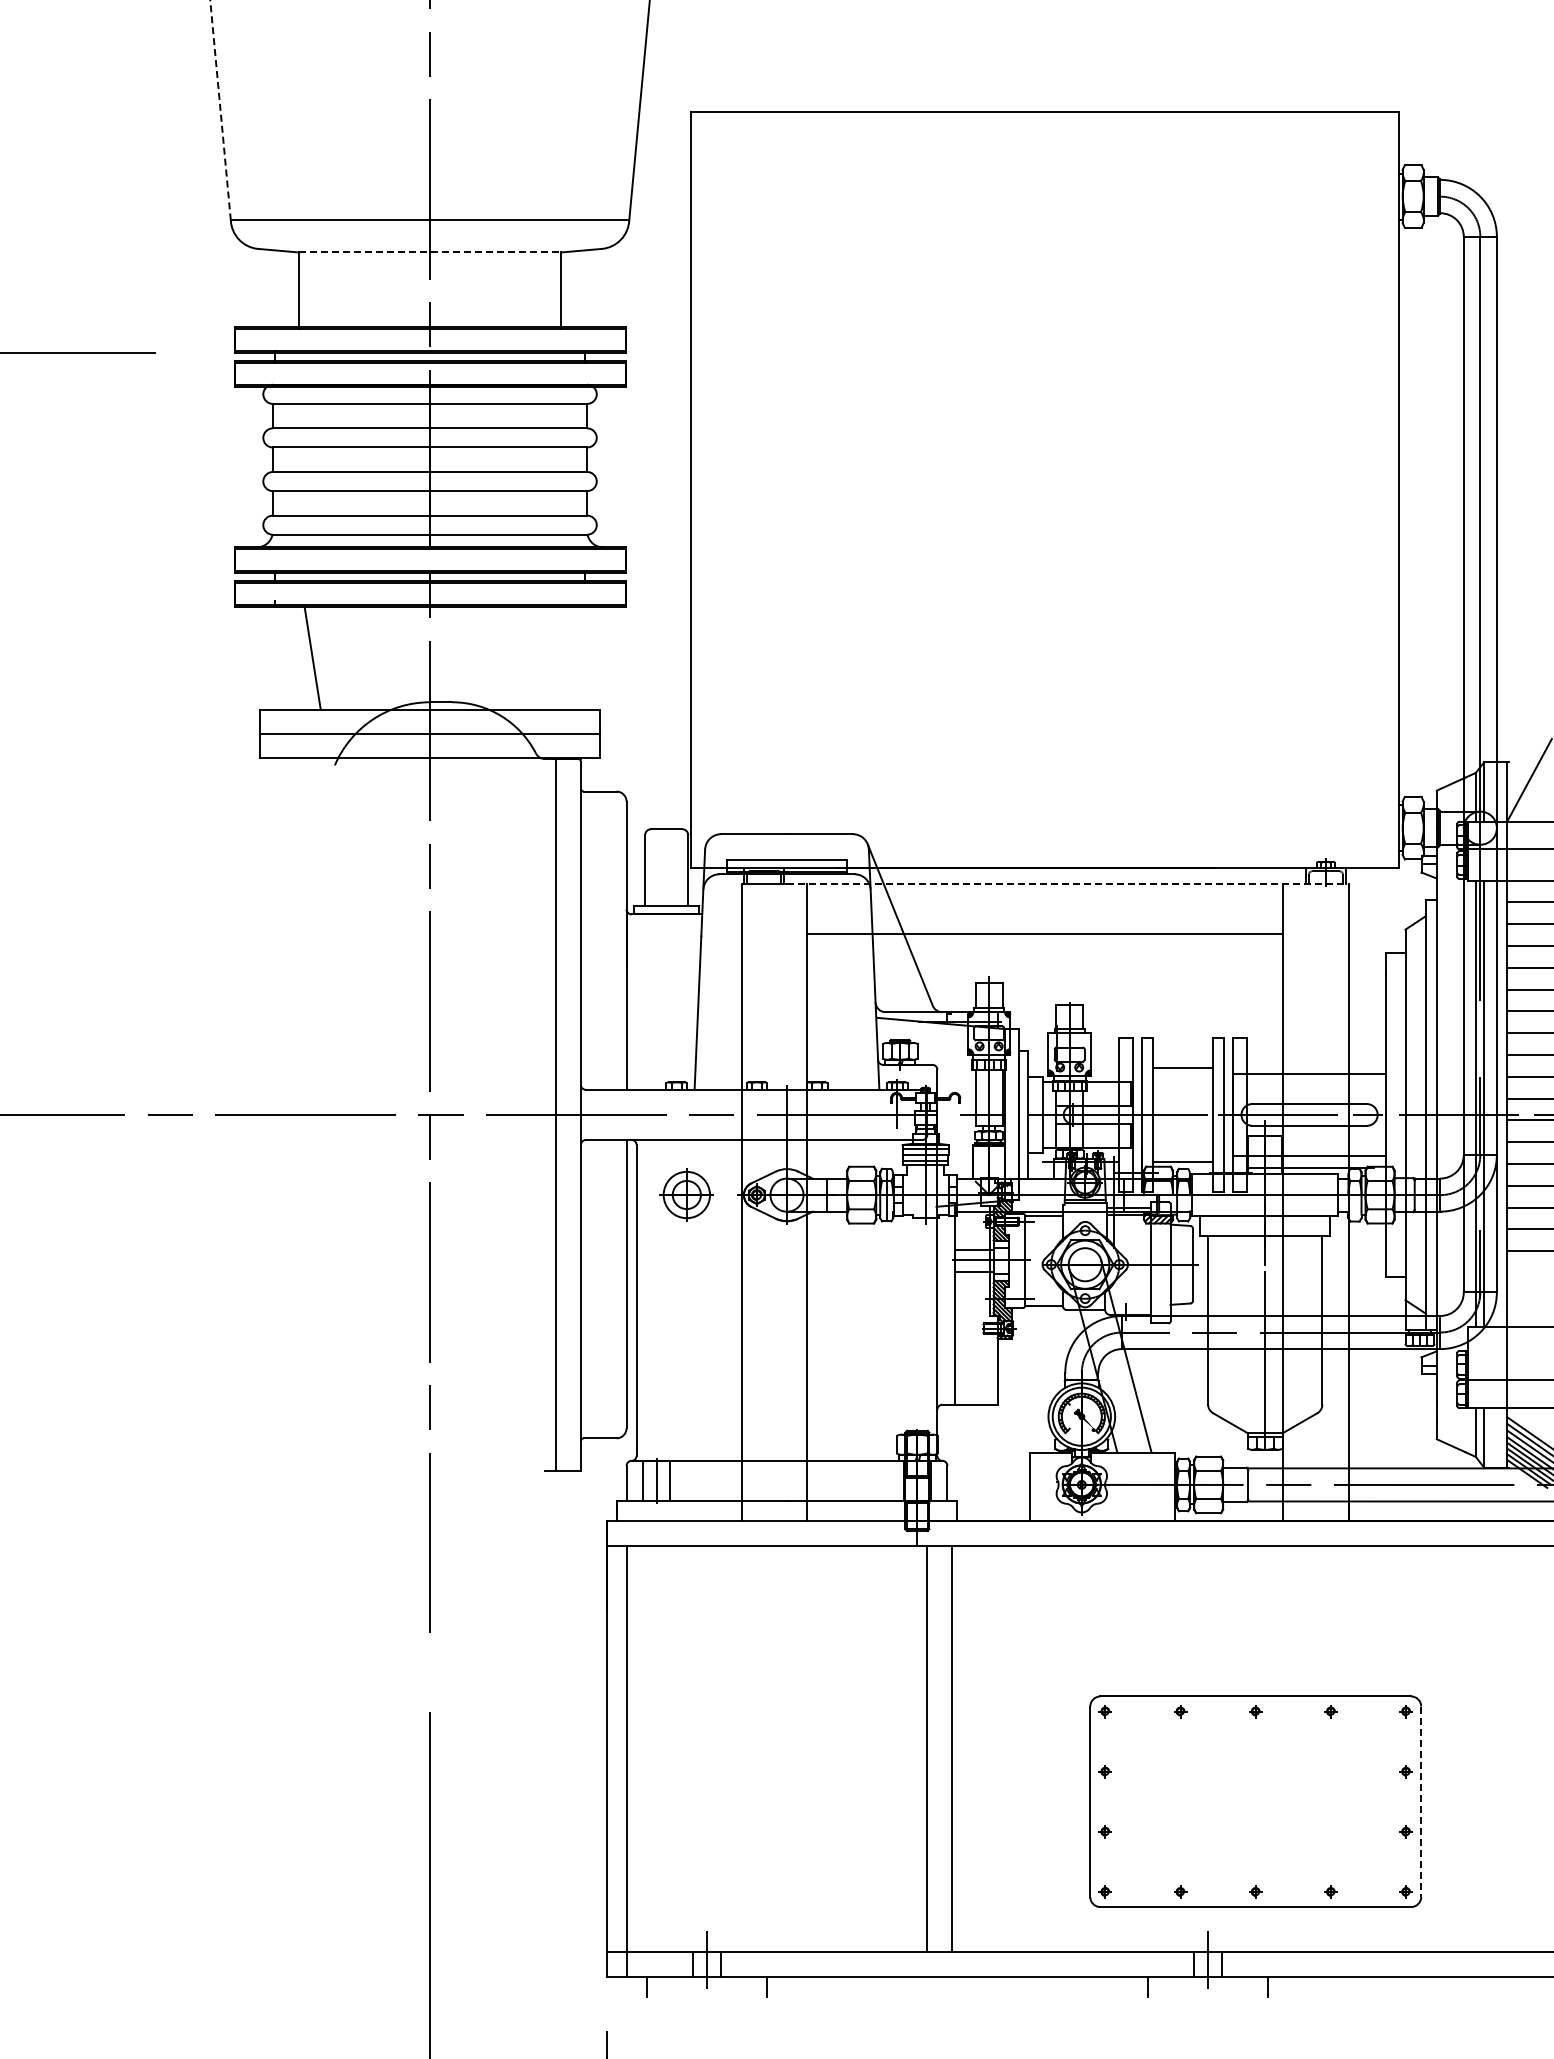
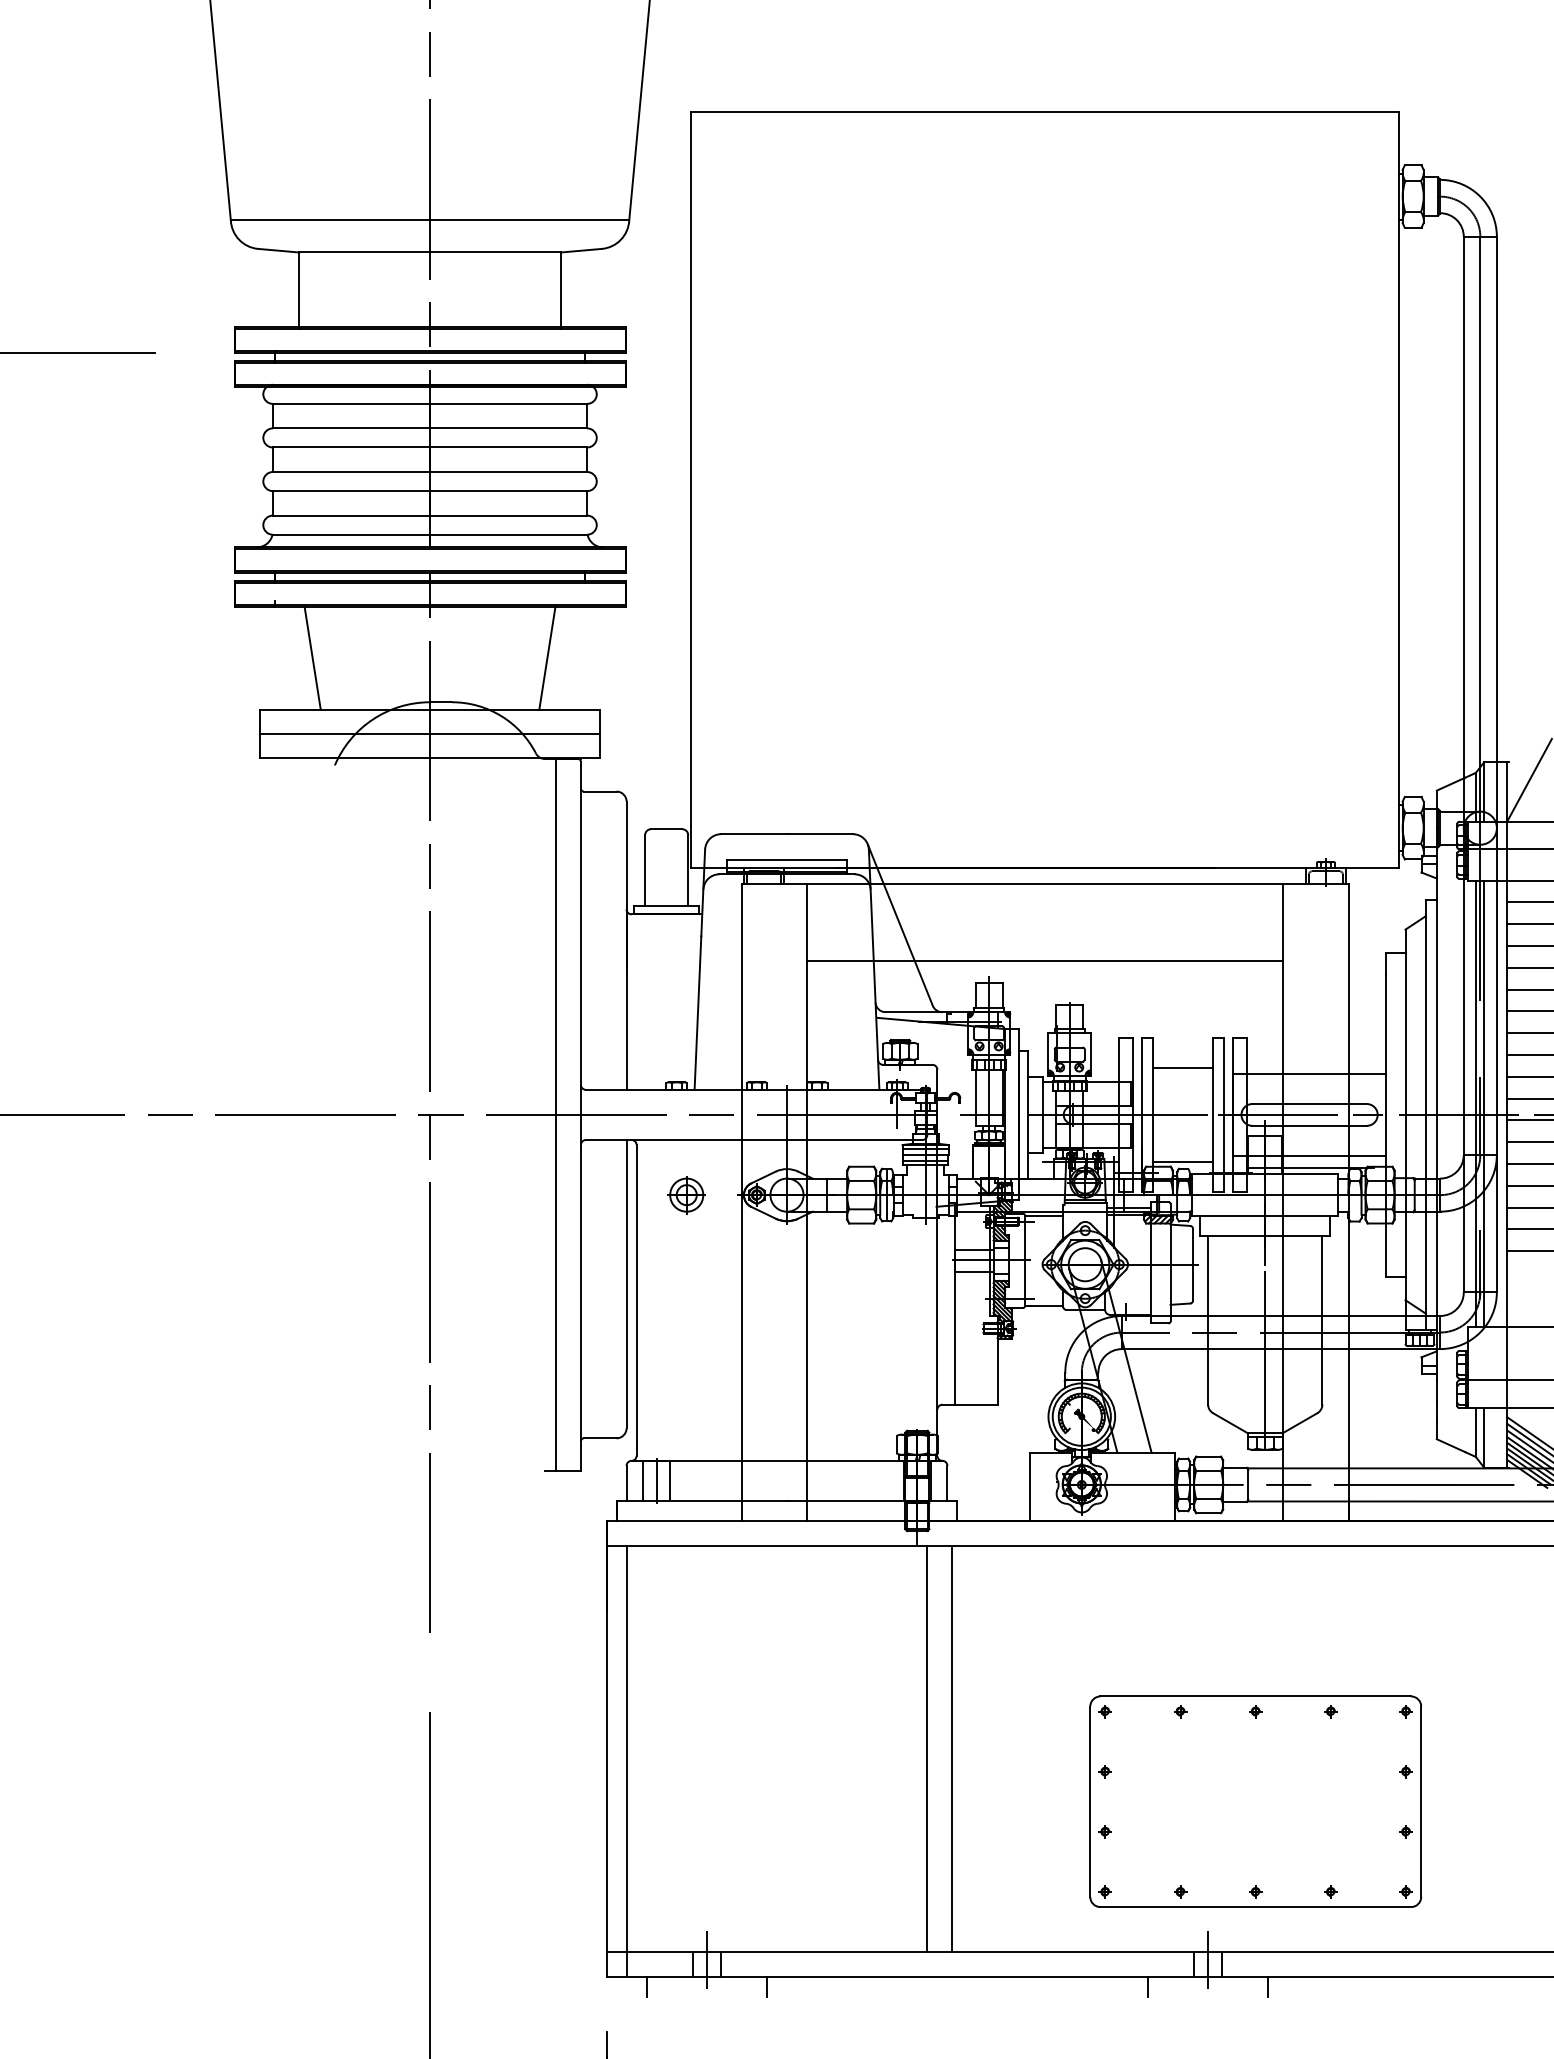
line at (220, 109): dashed -> solid
line at (430, 252): dashed -> solid
line at (547, 658): none -> present
line at (1067, 884): dashed -> solid
line at (1045, 933) position: (1045, 933) -> (1045, 960)
part at (686, 1194) size: 55x54 px -> 39x39 px
line at (1421, 1802): dashed -> solid
